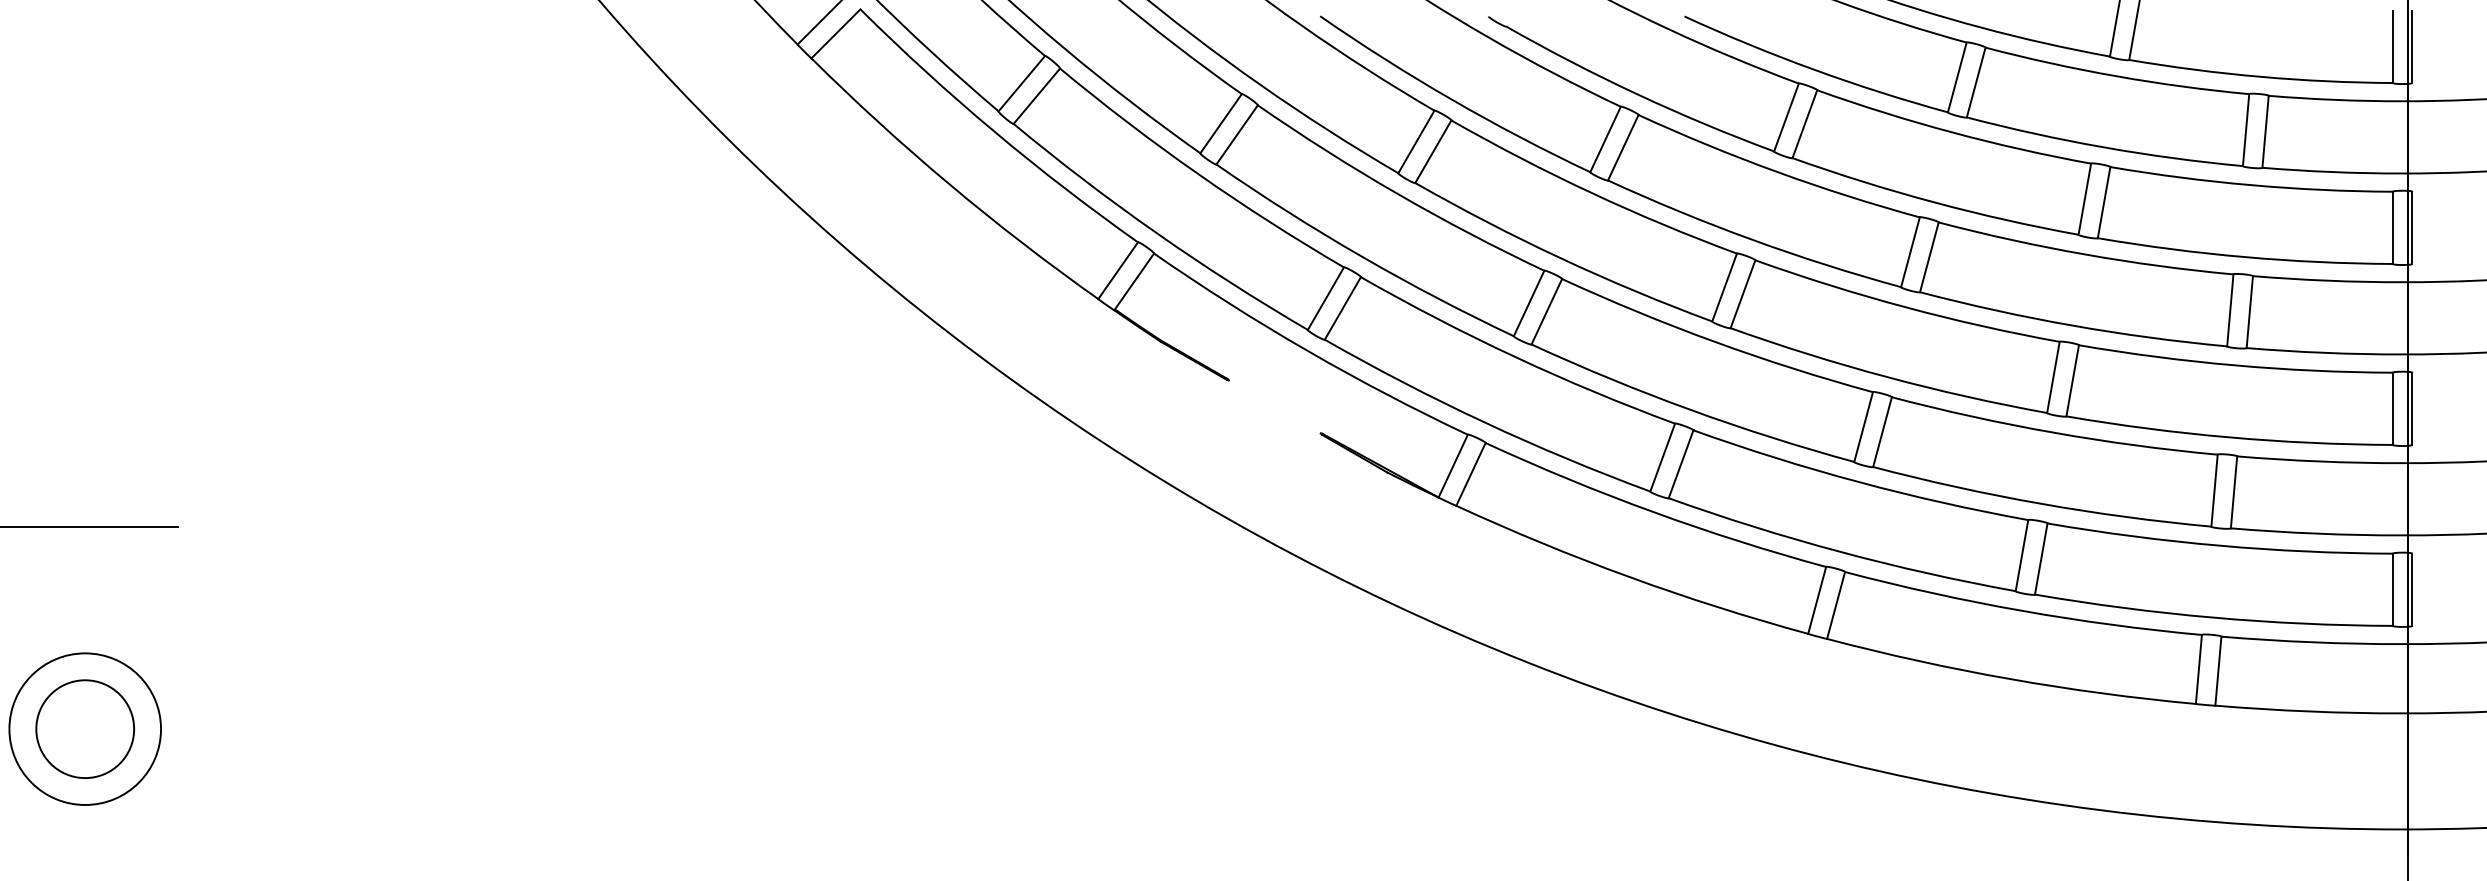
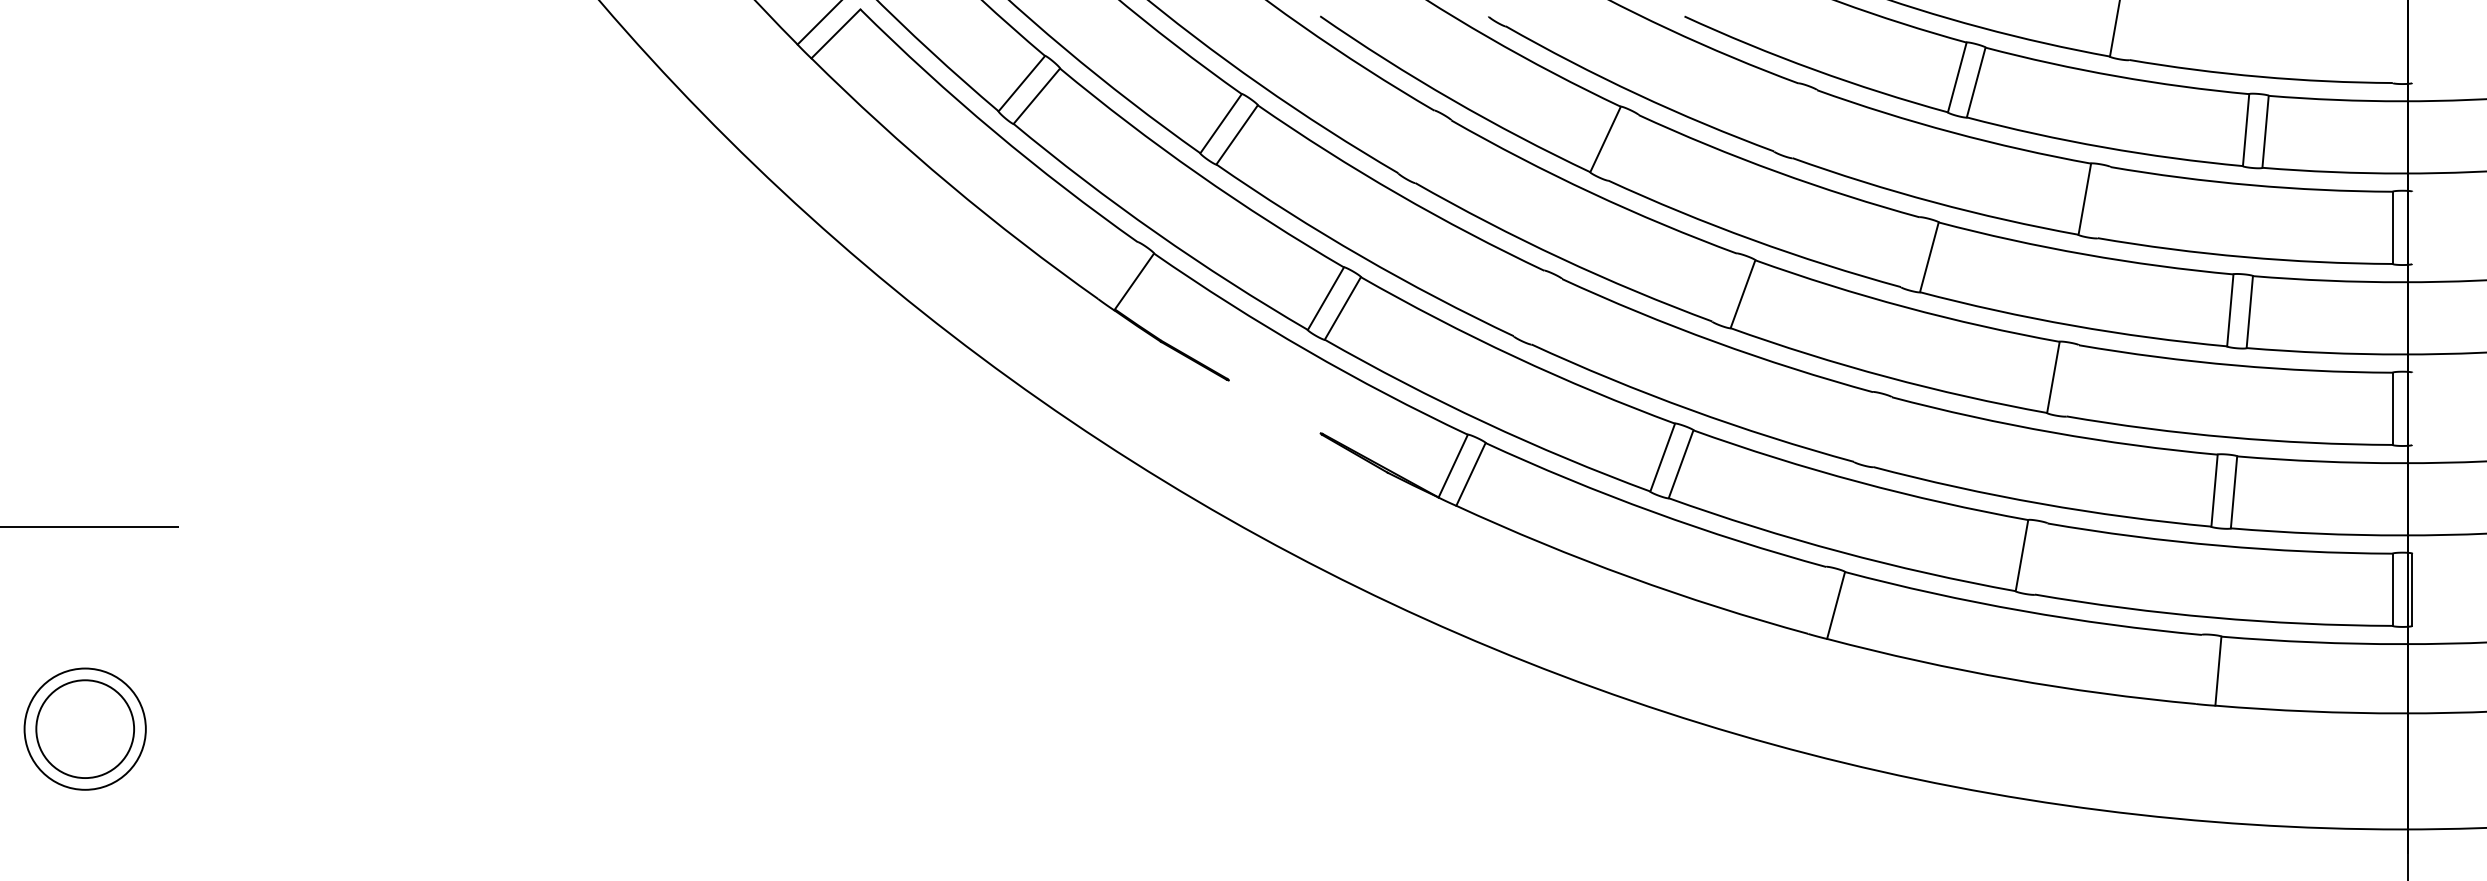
line at (2134, 30): present -> none
line at (2392, 46): present -> none
line at (2412, 46): present -> none
line at (1786, 117): present -> none
line at (1804, 124): present -> none
line at (1416, 141): present -> none
line at (1623, 147): present -> none
line at (1433, 151): present -> none
line at (2103, 202): present -> none
line at (2412, 227): present -> none
line at (1910, 252): present -> none
line at (1118, 270): present -> none
line at (1724, 287): present -> none
line at (1528, 303): present -> none
line at (1546, 311): present -> none
line at (2072, 380): present -> none
line at (2412, 408): present -> none
line at (1863, 426): present -> none
line at (1882, 432): present -> none
line at (2040, 558): present -> none
line at (1817, 599): present -> none
line at (2198, 668): present -> none
circle at (85, 728) diameter: 152 px -> 121 px
